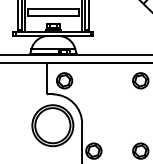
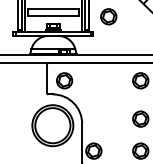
part at (108, 16): none -> present
part at (140, 118): none -> present
